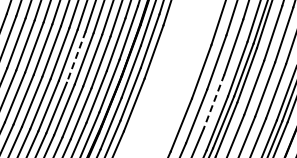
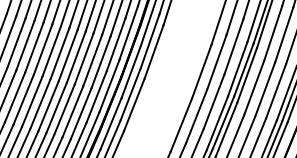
line at (76, 57): dashed -> solid
line at (213, 102): dashed -> solid
